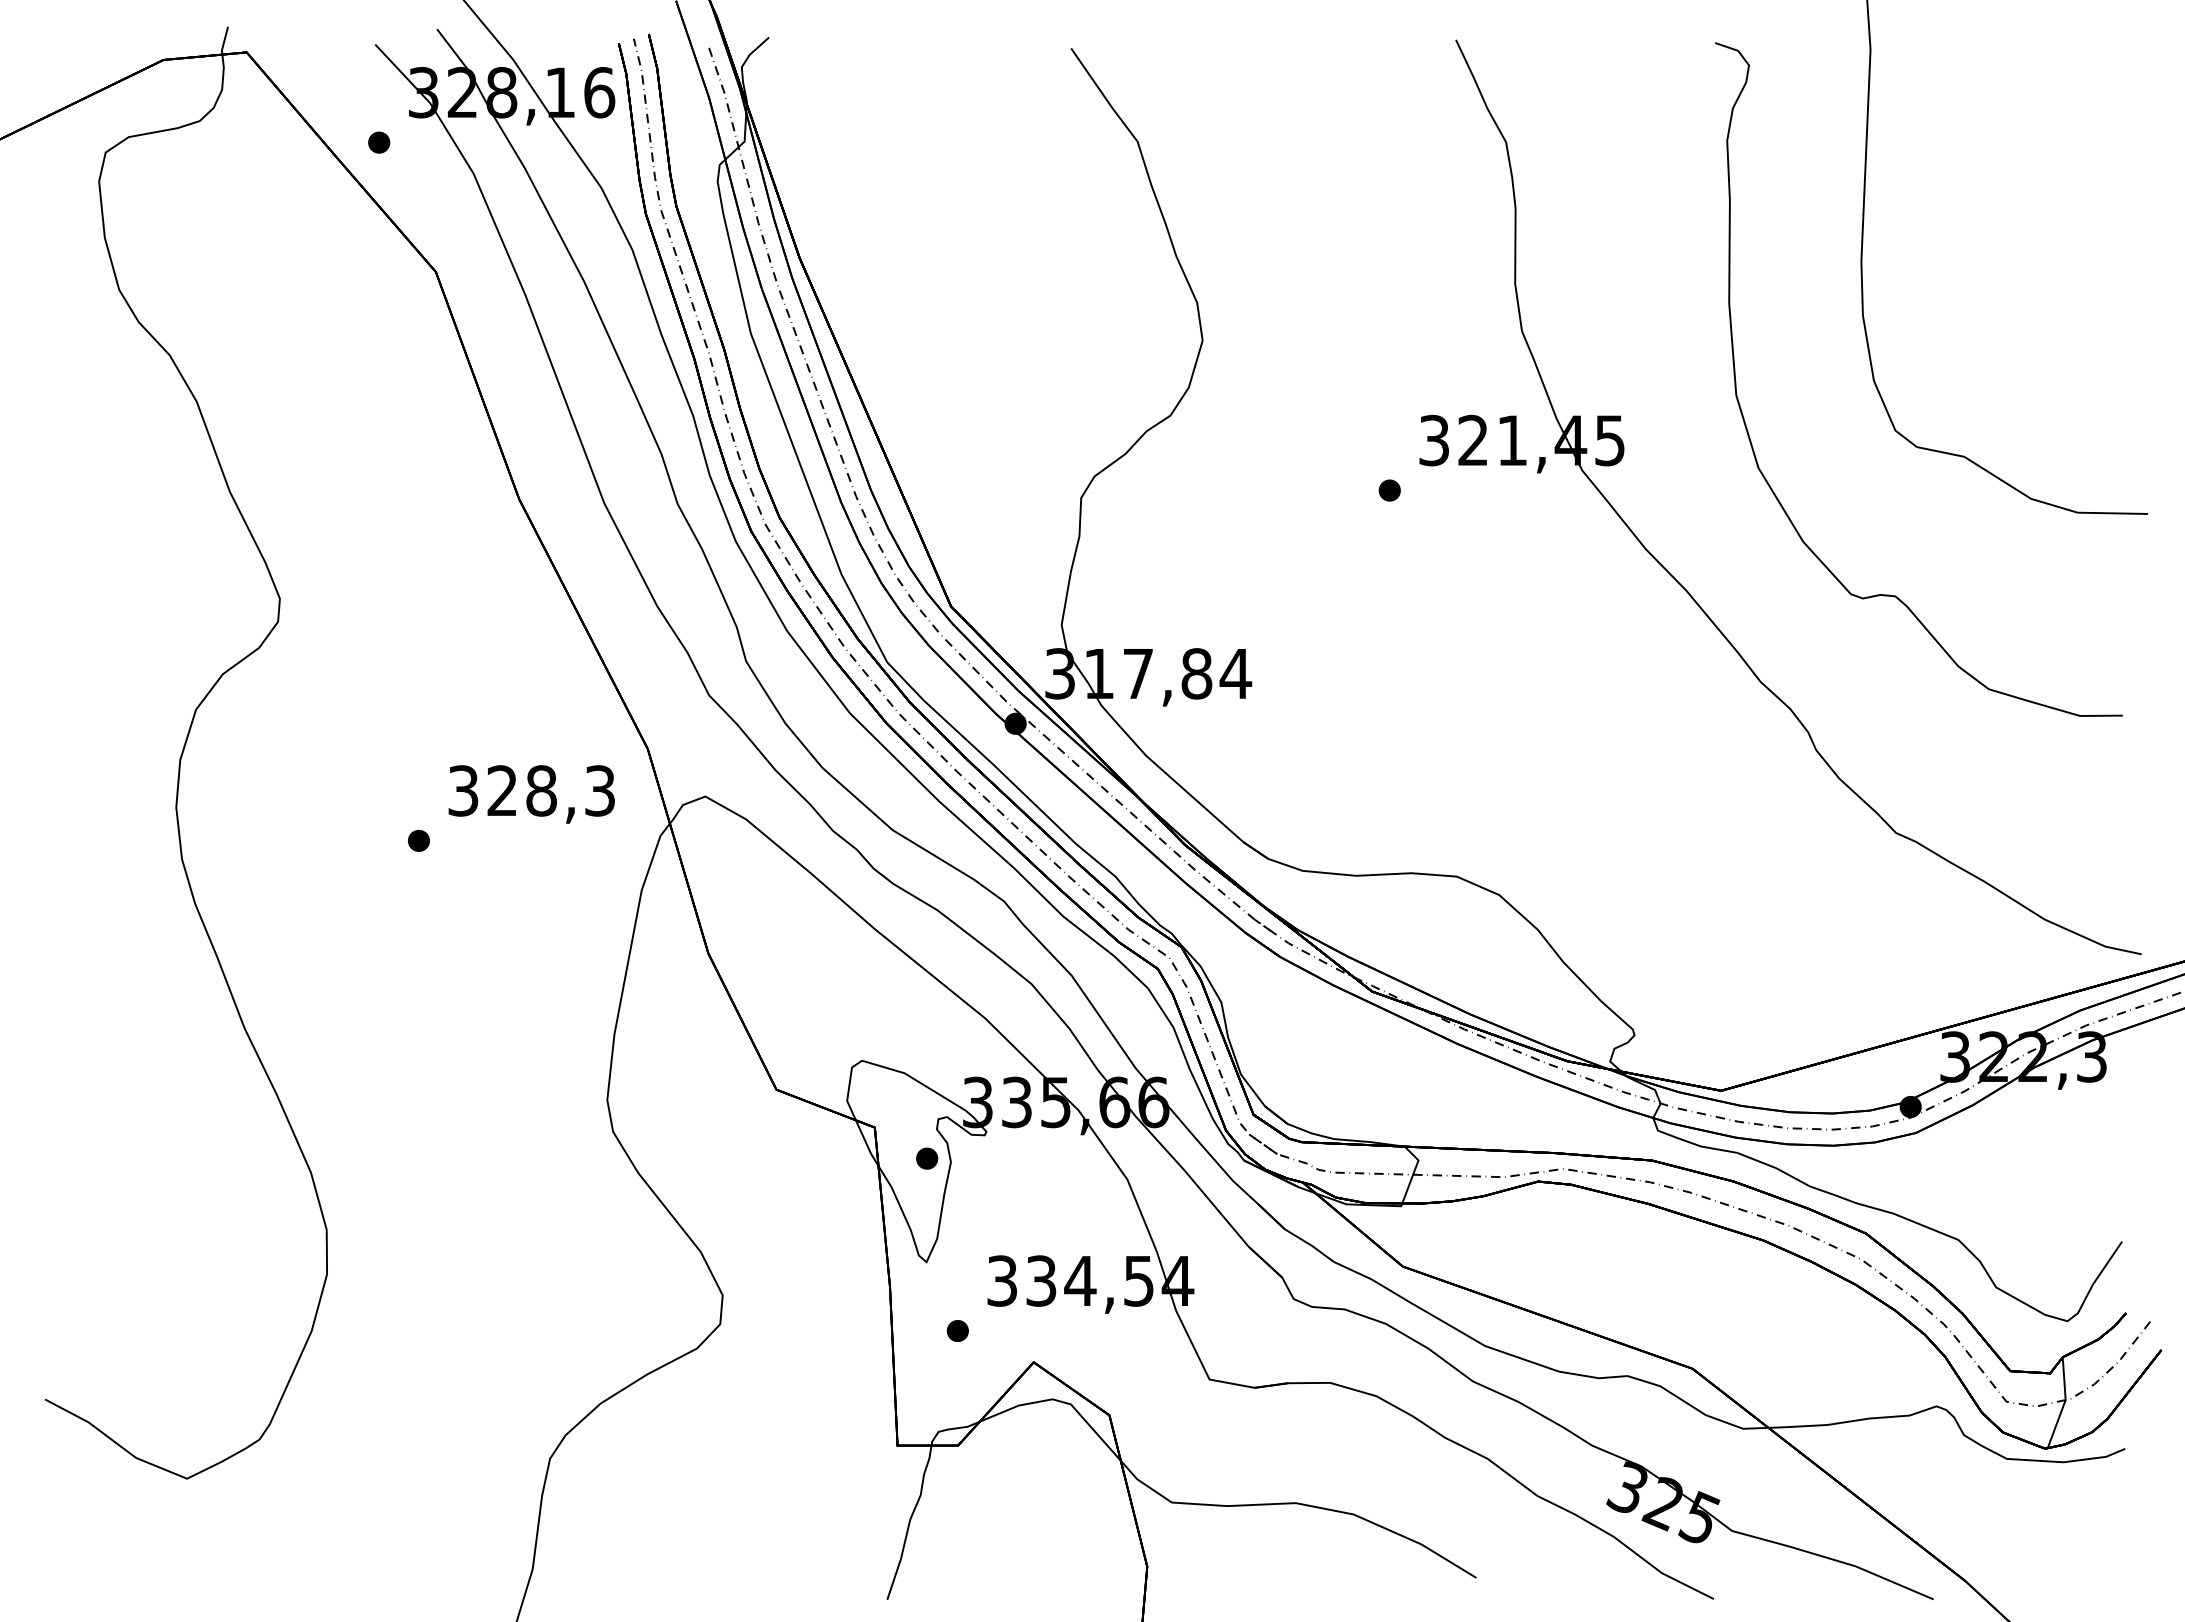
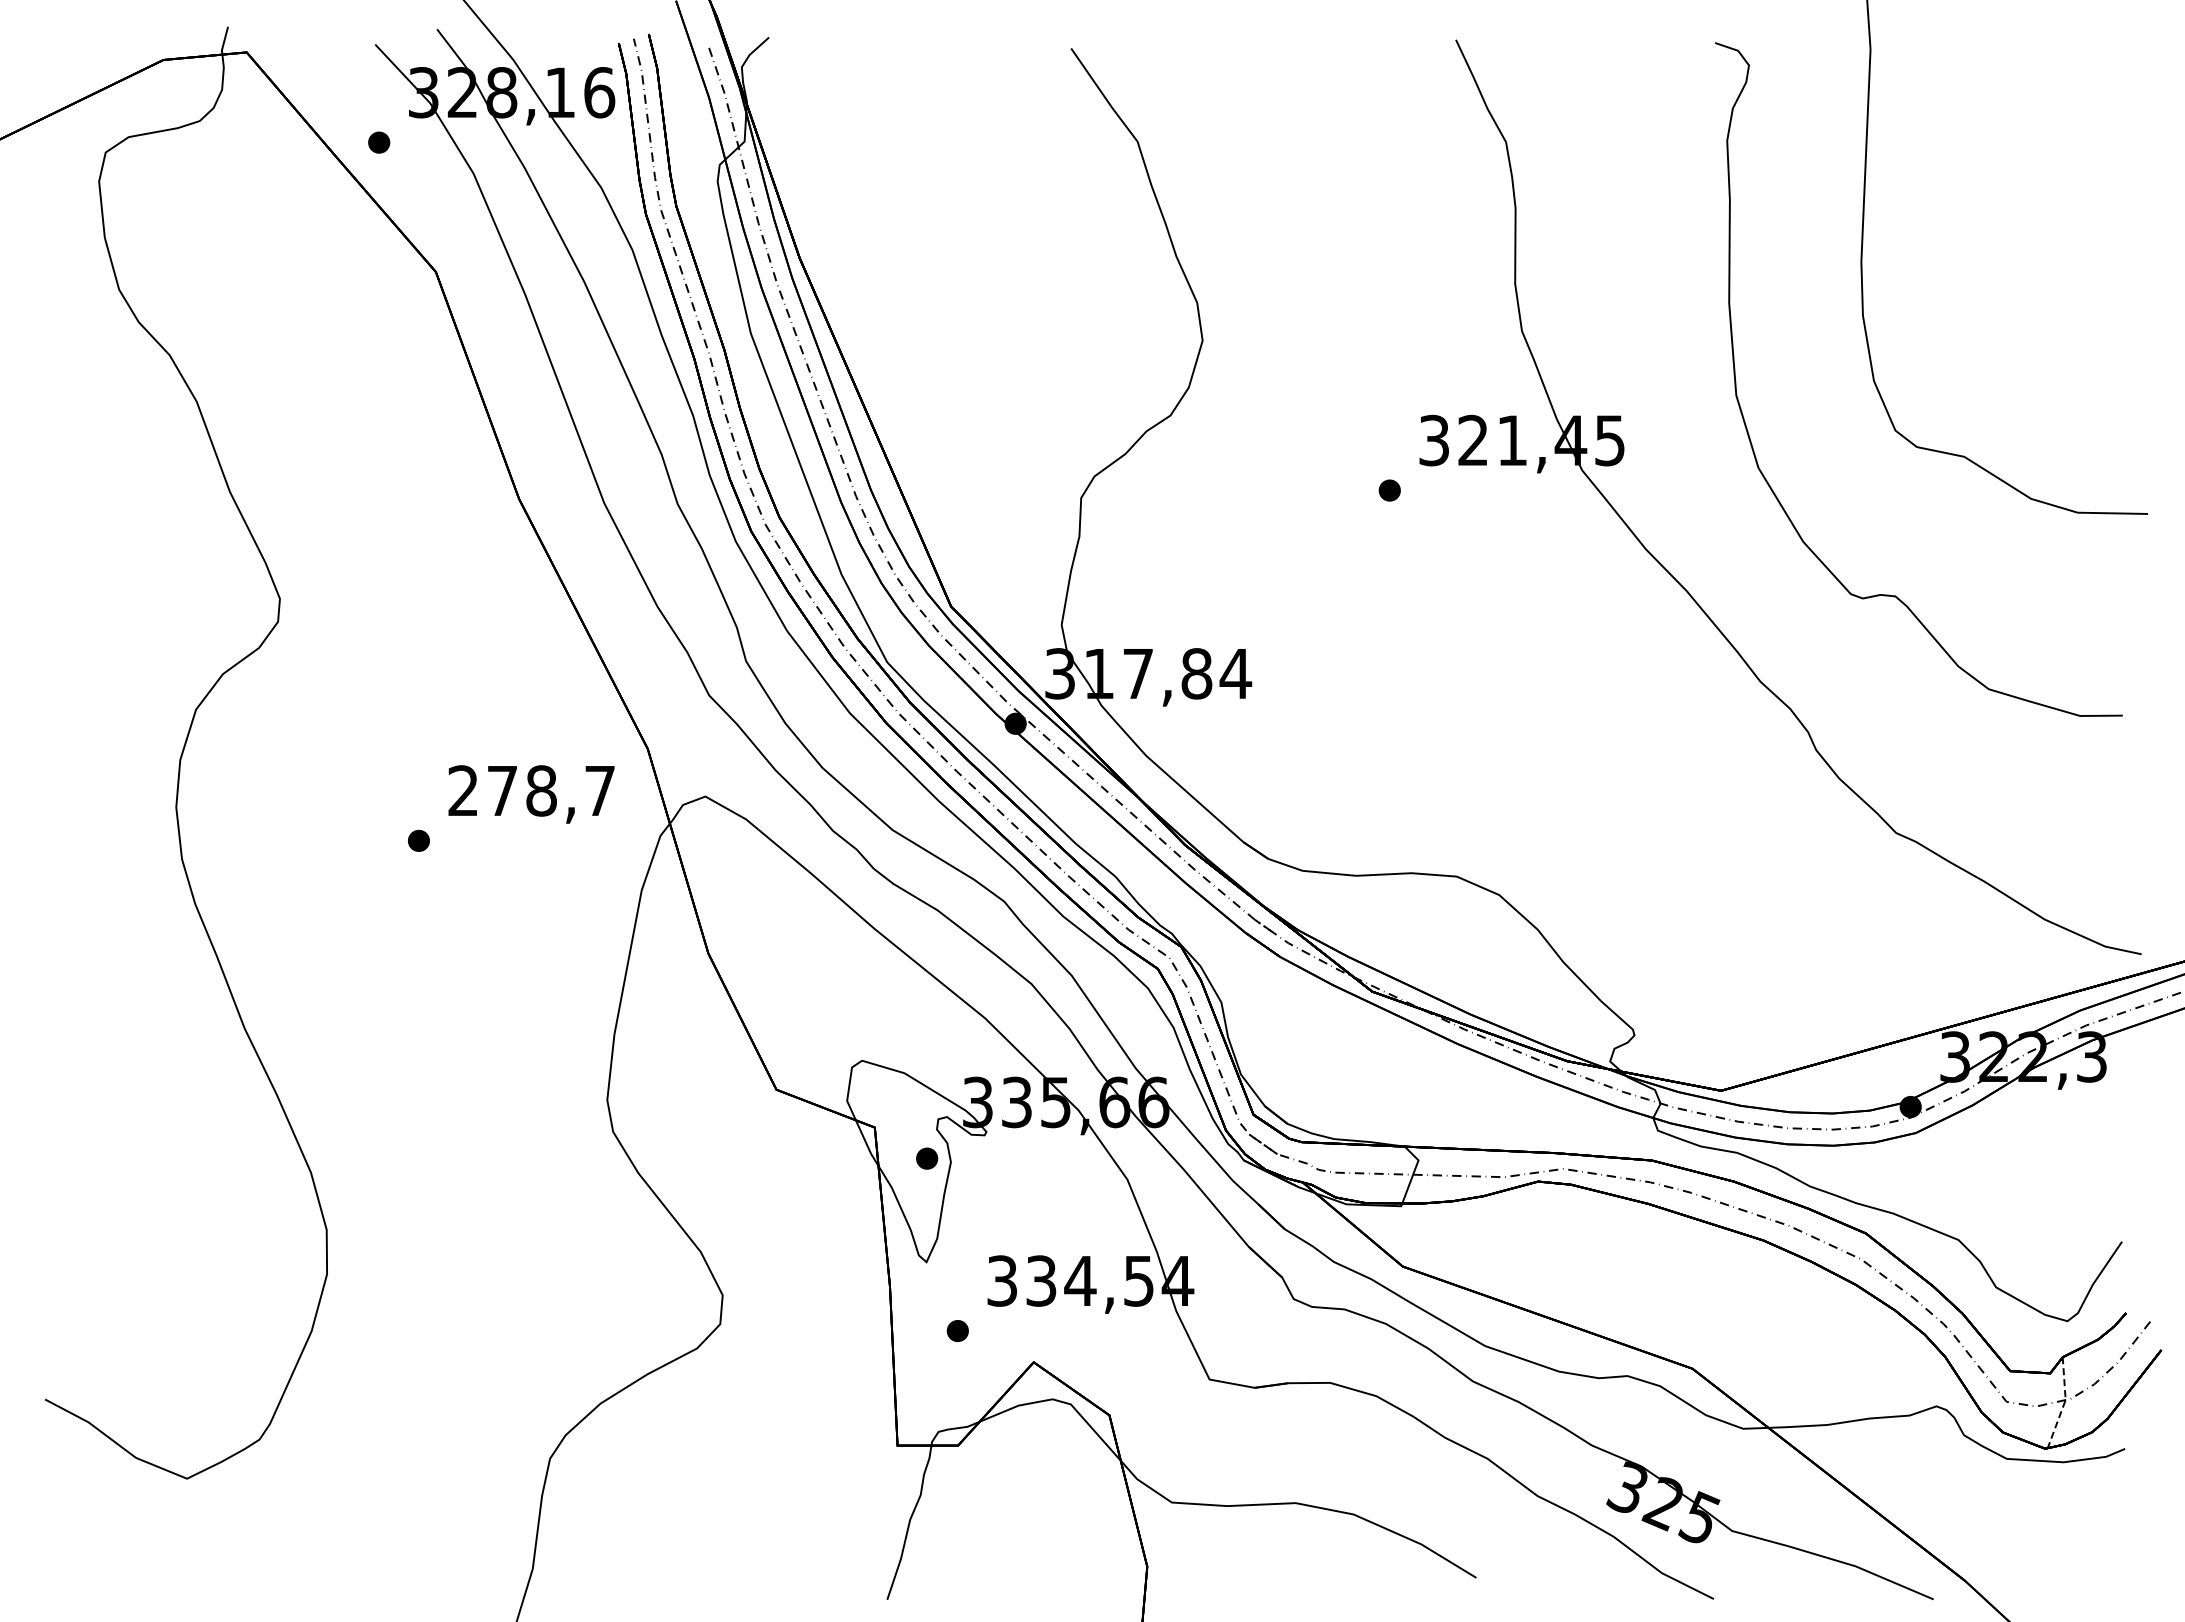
text at (531, 790): 328,3 -> 278,7
line at (2064, 1403): solid -> dashed
